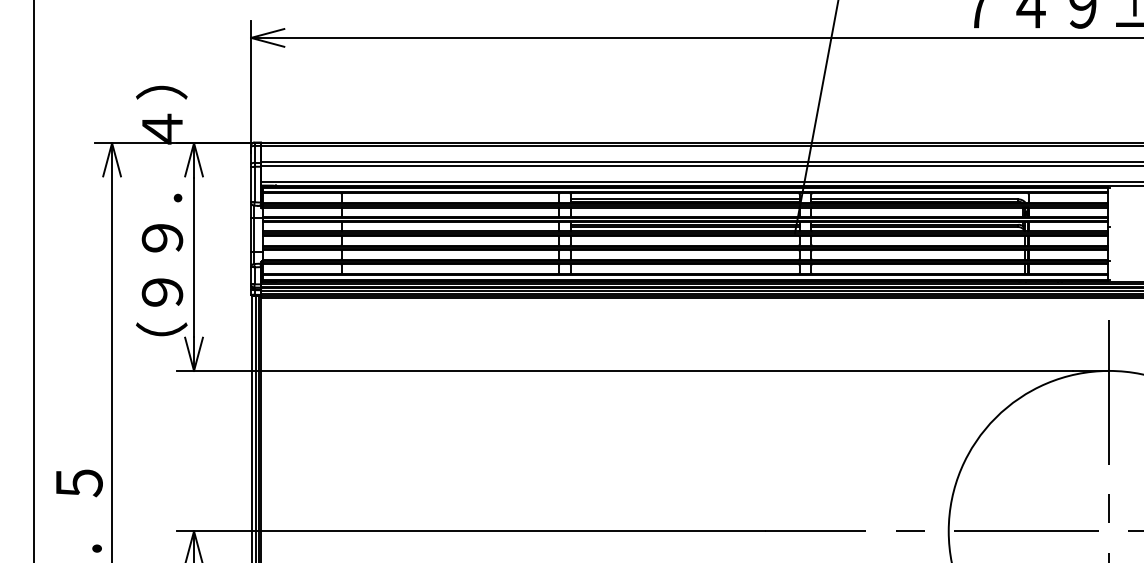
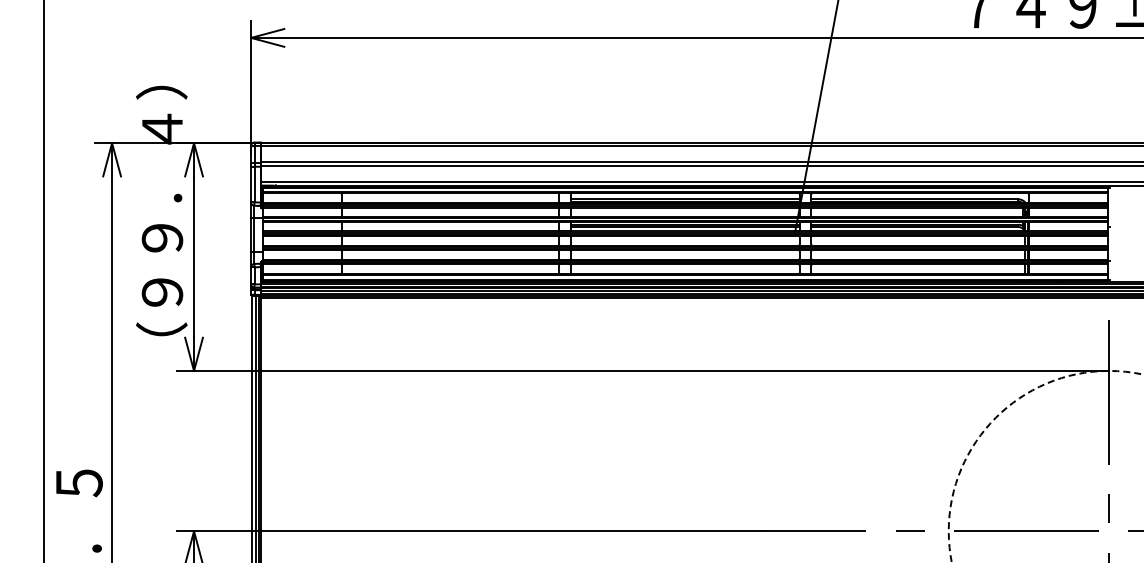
line at (34, 280) position: (34, 280) -> (44, 280)
circle at (1045, 466): solid -> dashed
